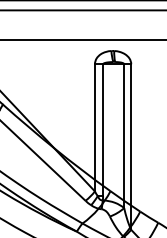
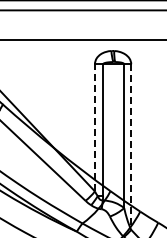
line at (94, 127): solid -> dashed
line at (131, 147): solid -> dashed
